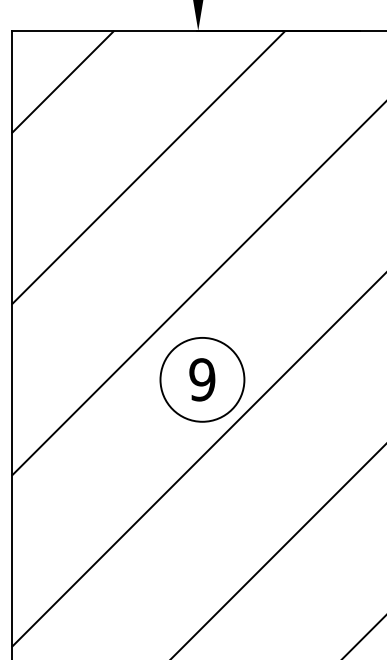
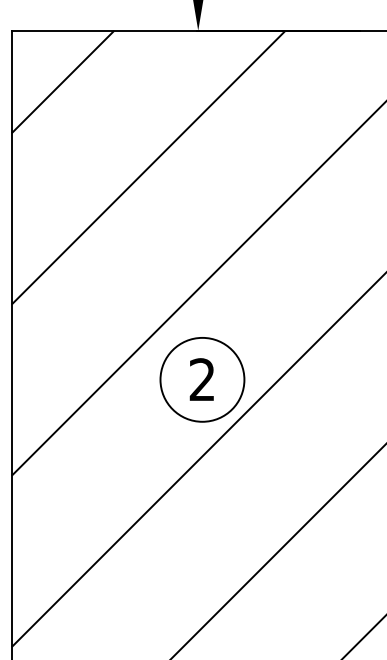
text at (202, 379): 9 -> 2
